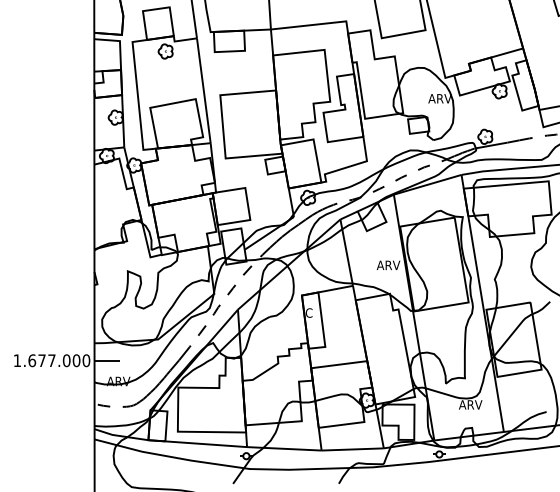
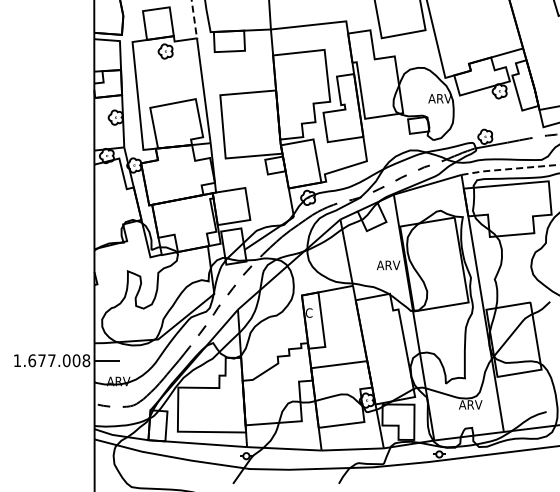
line at (194, 19): solid -> dashed
line at (509, 169): solid -> dashed
text at (86, 360): 1.677.000 -> 1.677.008
